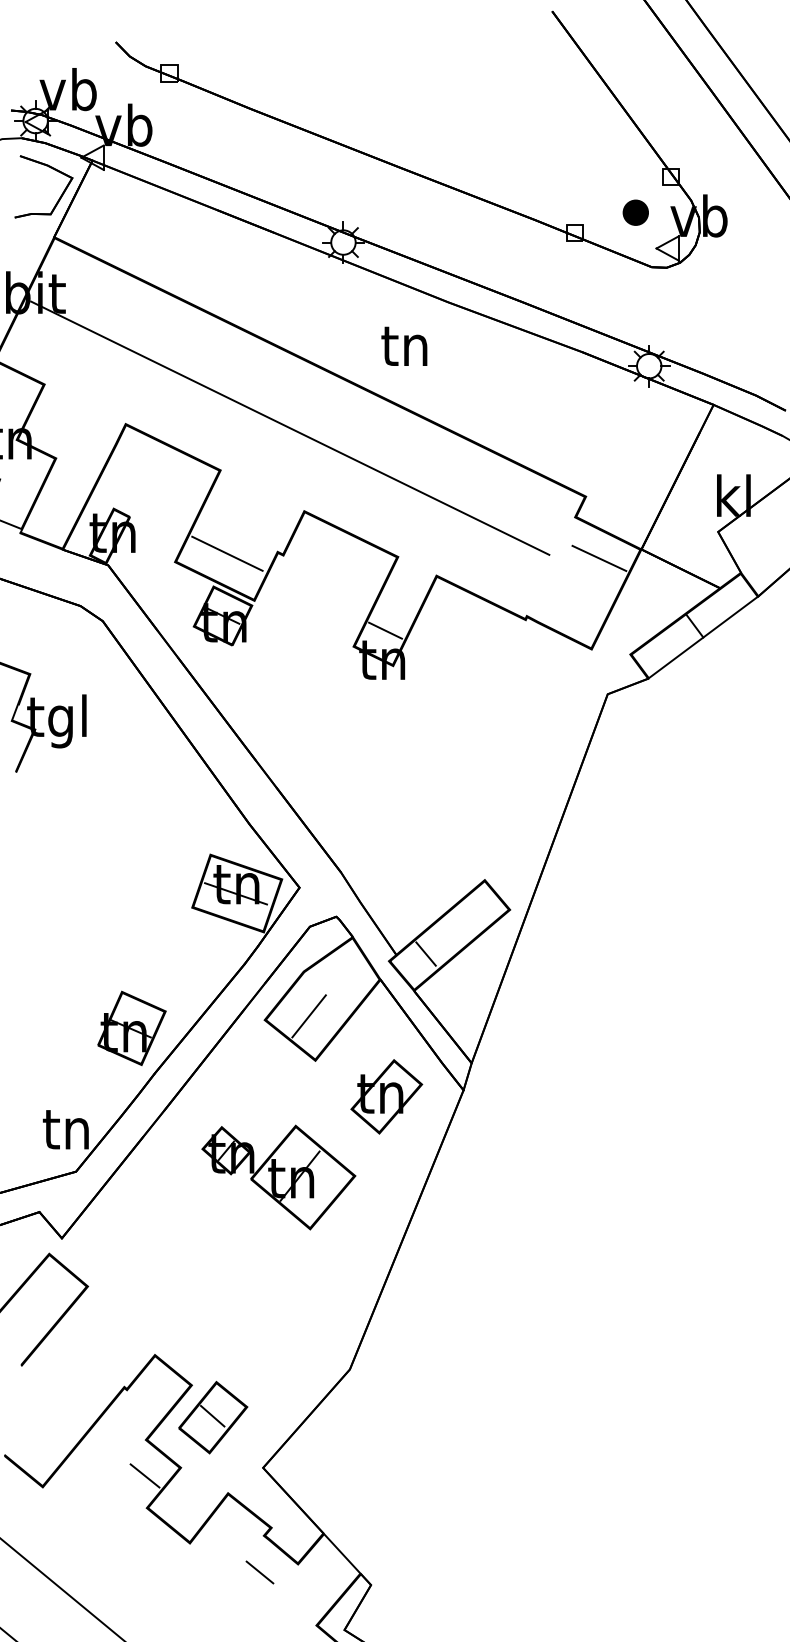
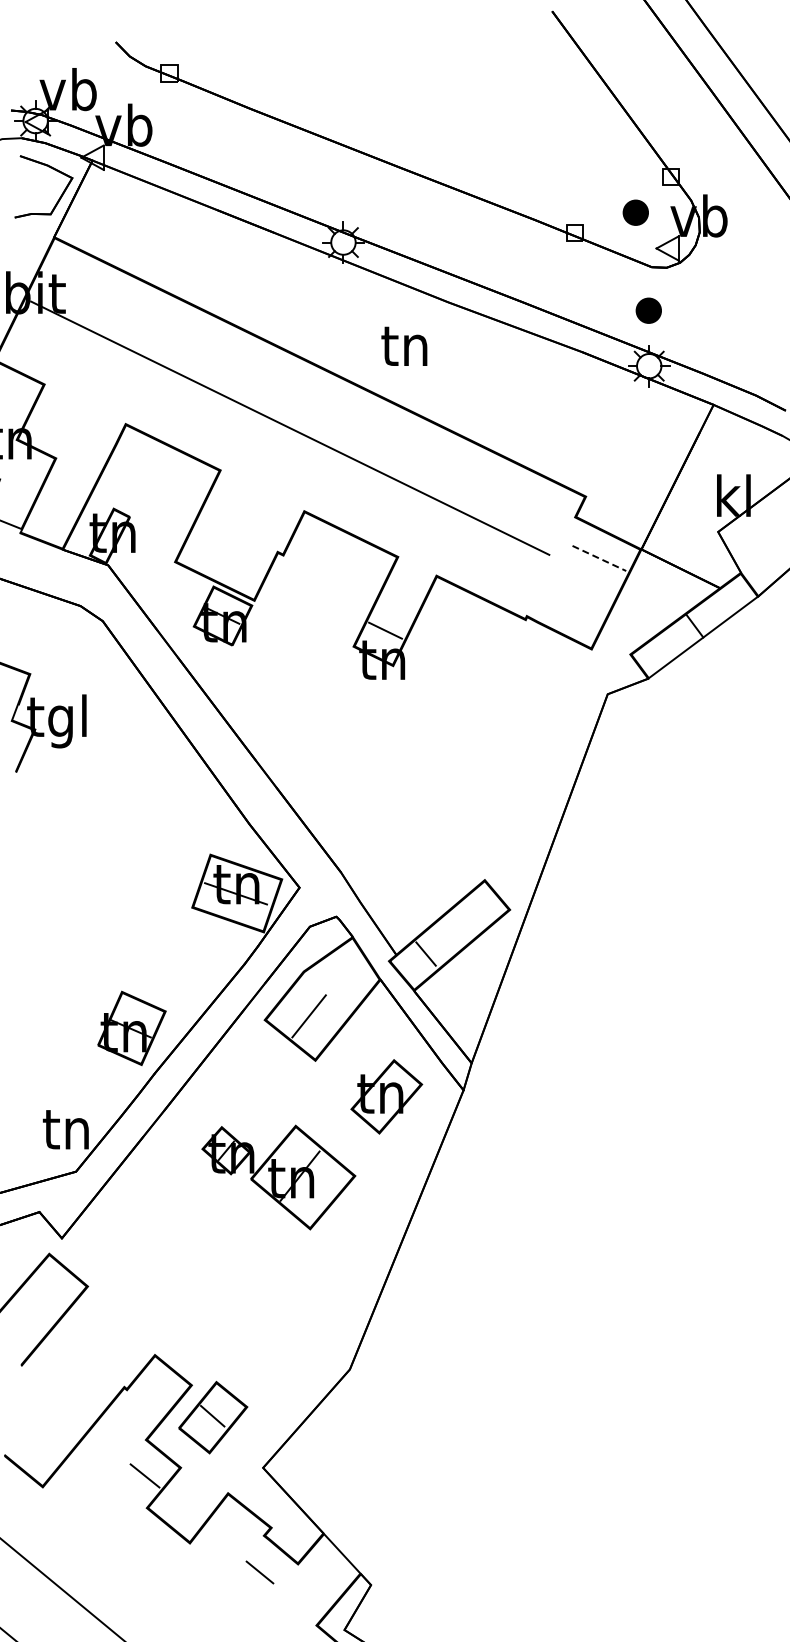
part at (648, 310): none -> present
line at (227, 553): present -> none
line at (599, 558): solid -> dashed
